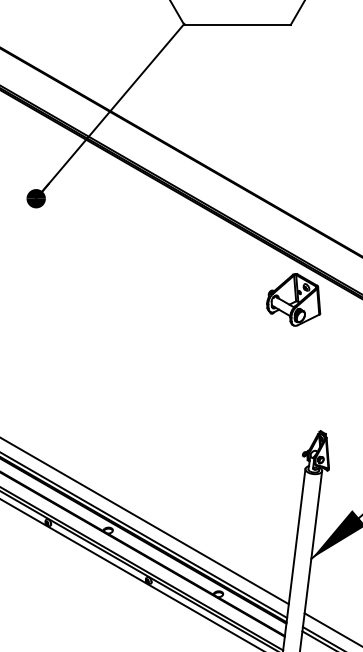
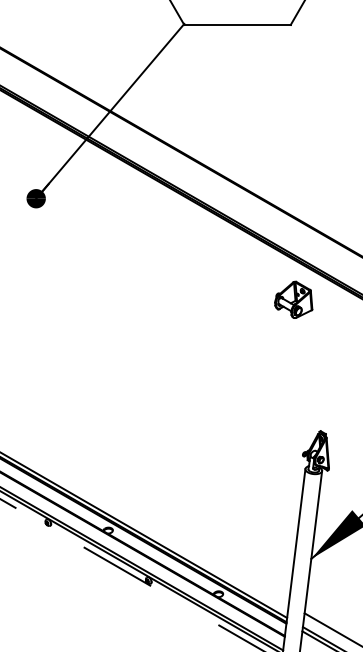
part at (293, 299) size: 56x54 px -> 40x39 px
line at (145, 521): present -> none
line at (132, 575): solid -> dashed
